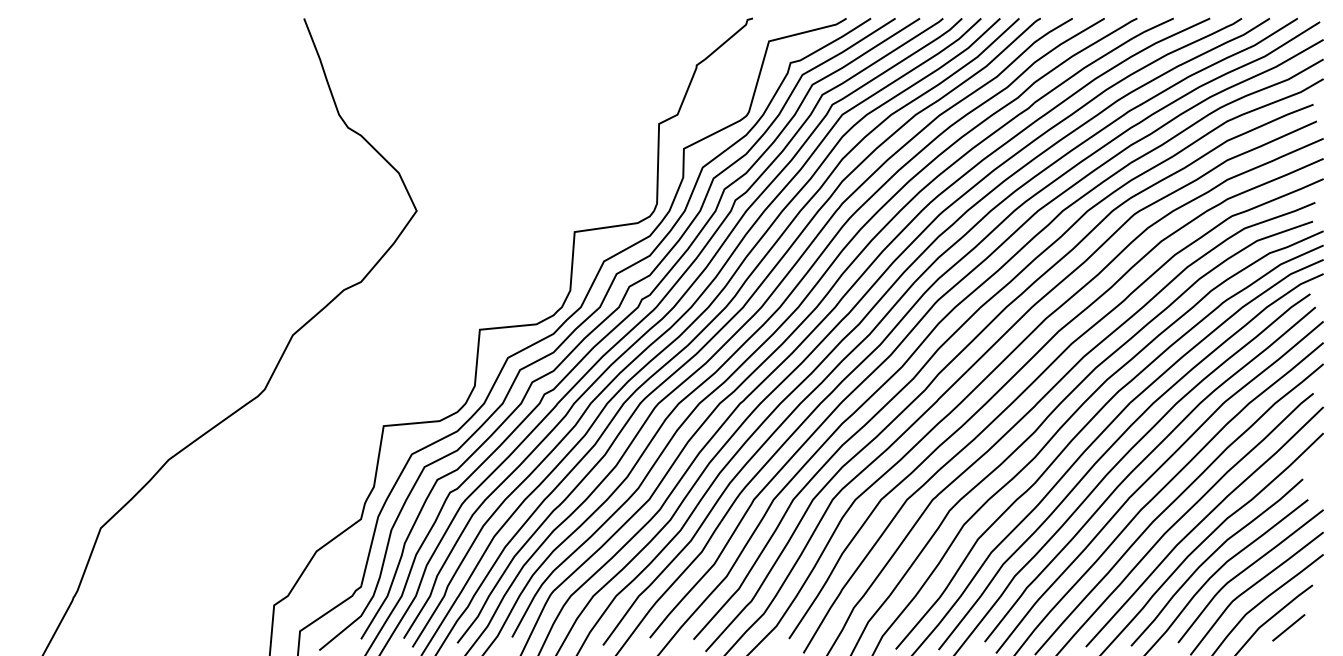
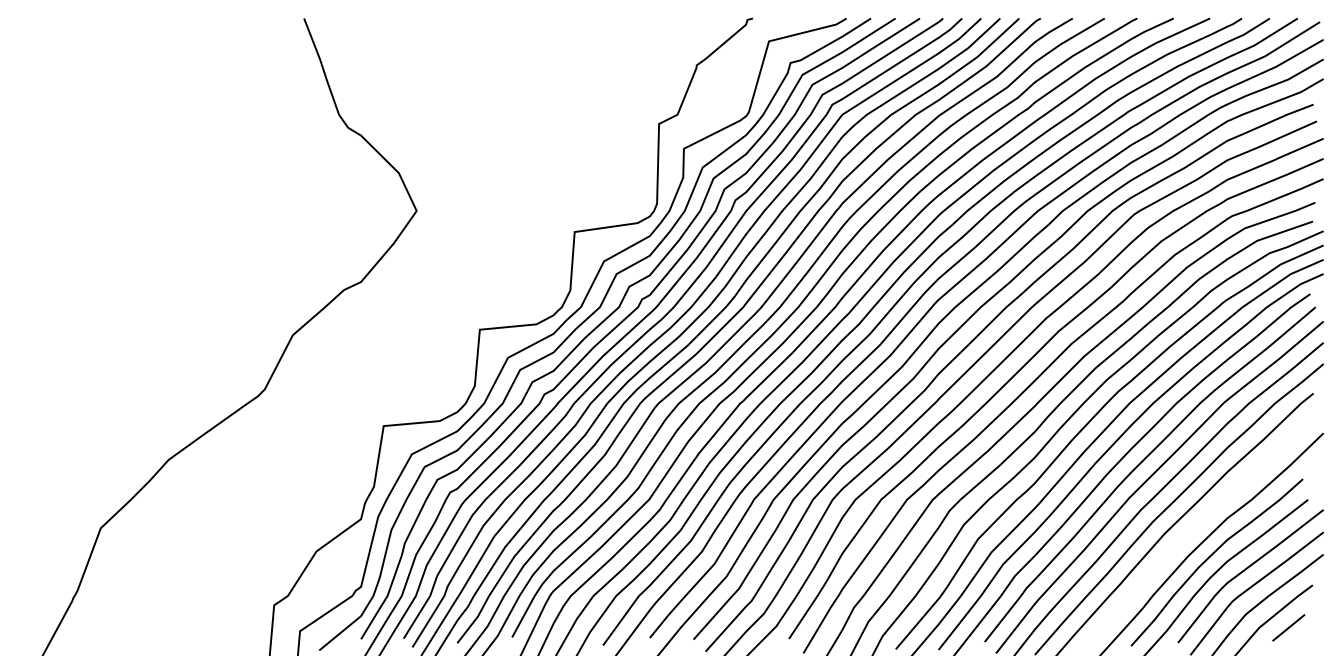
curve at (1201, 522): present -> none
